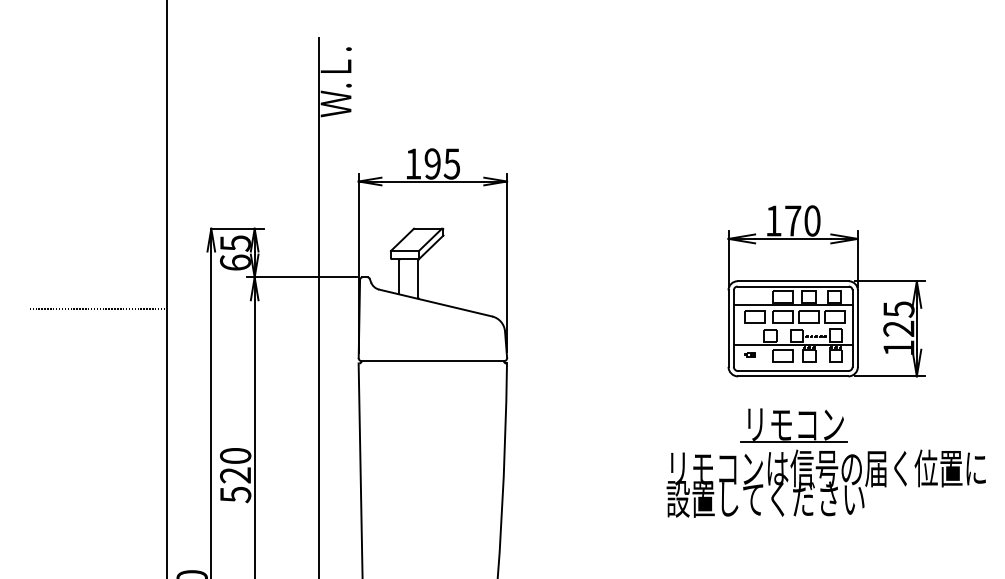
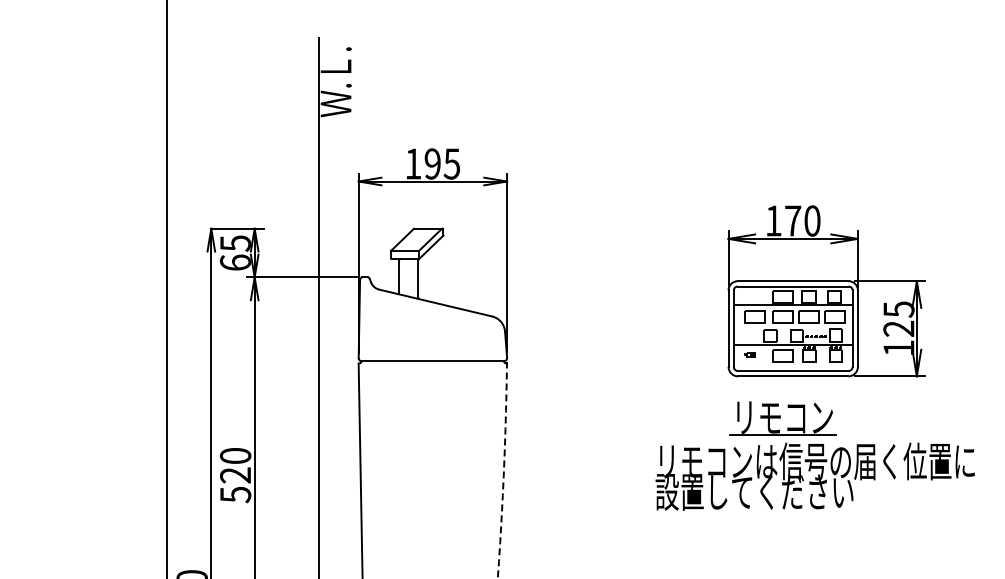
line at (98, 309): present -> none
part at (825, 462) position: (825, 462) -> (814, 455)
arc at (503, 471): solid -> dashed
